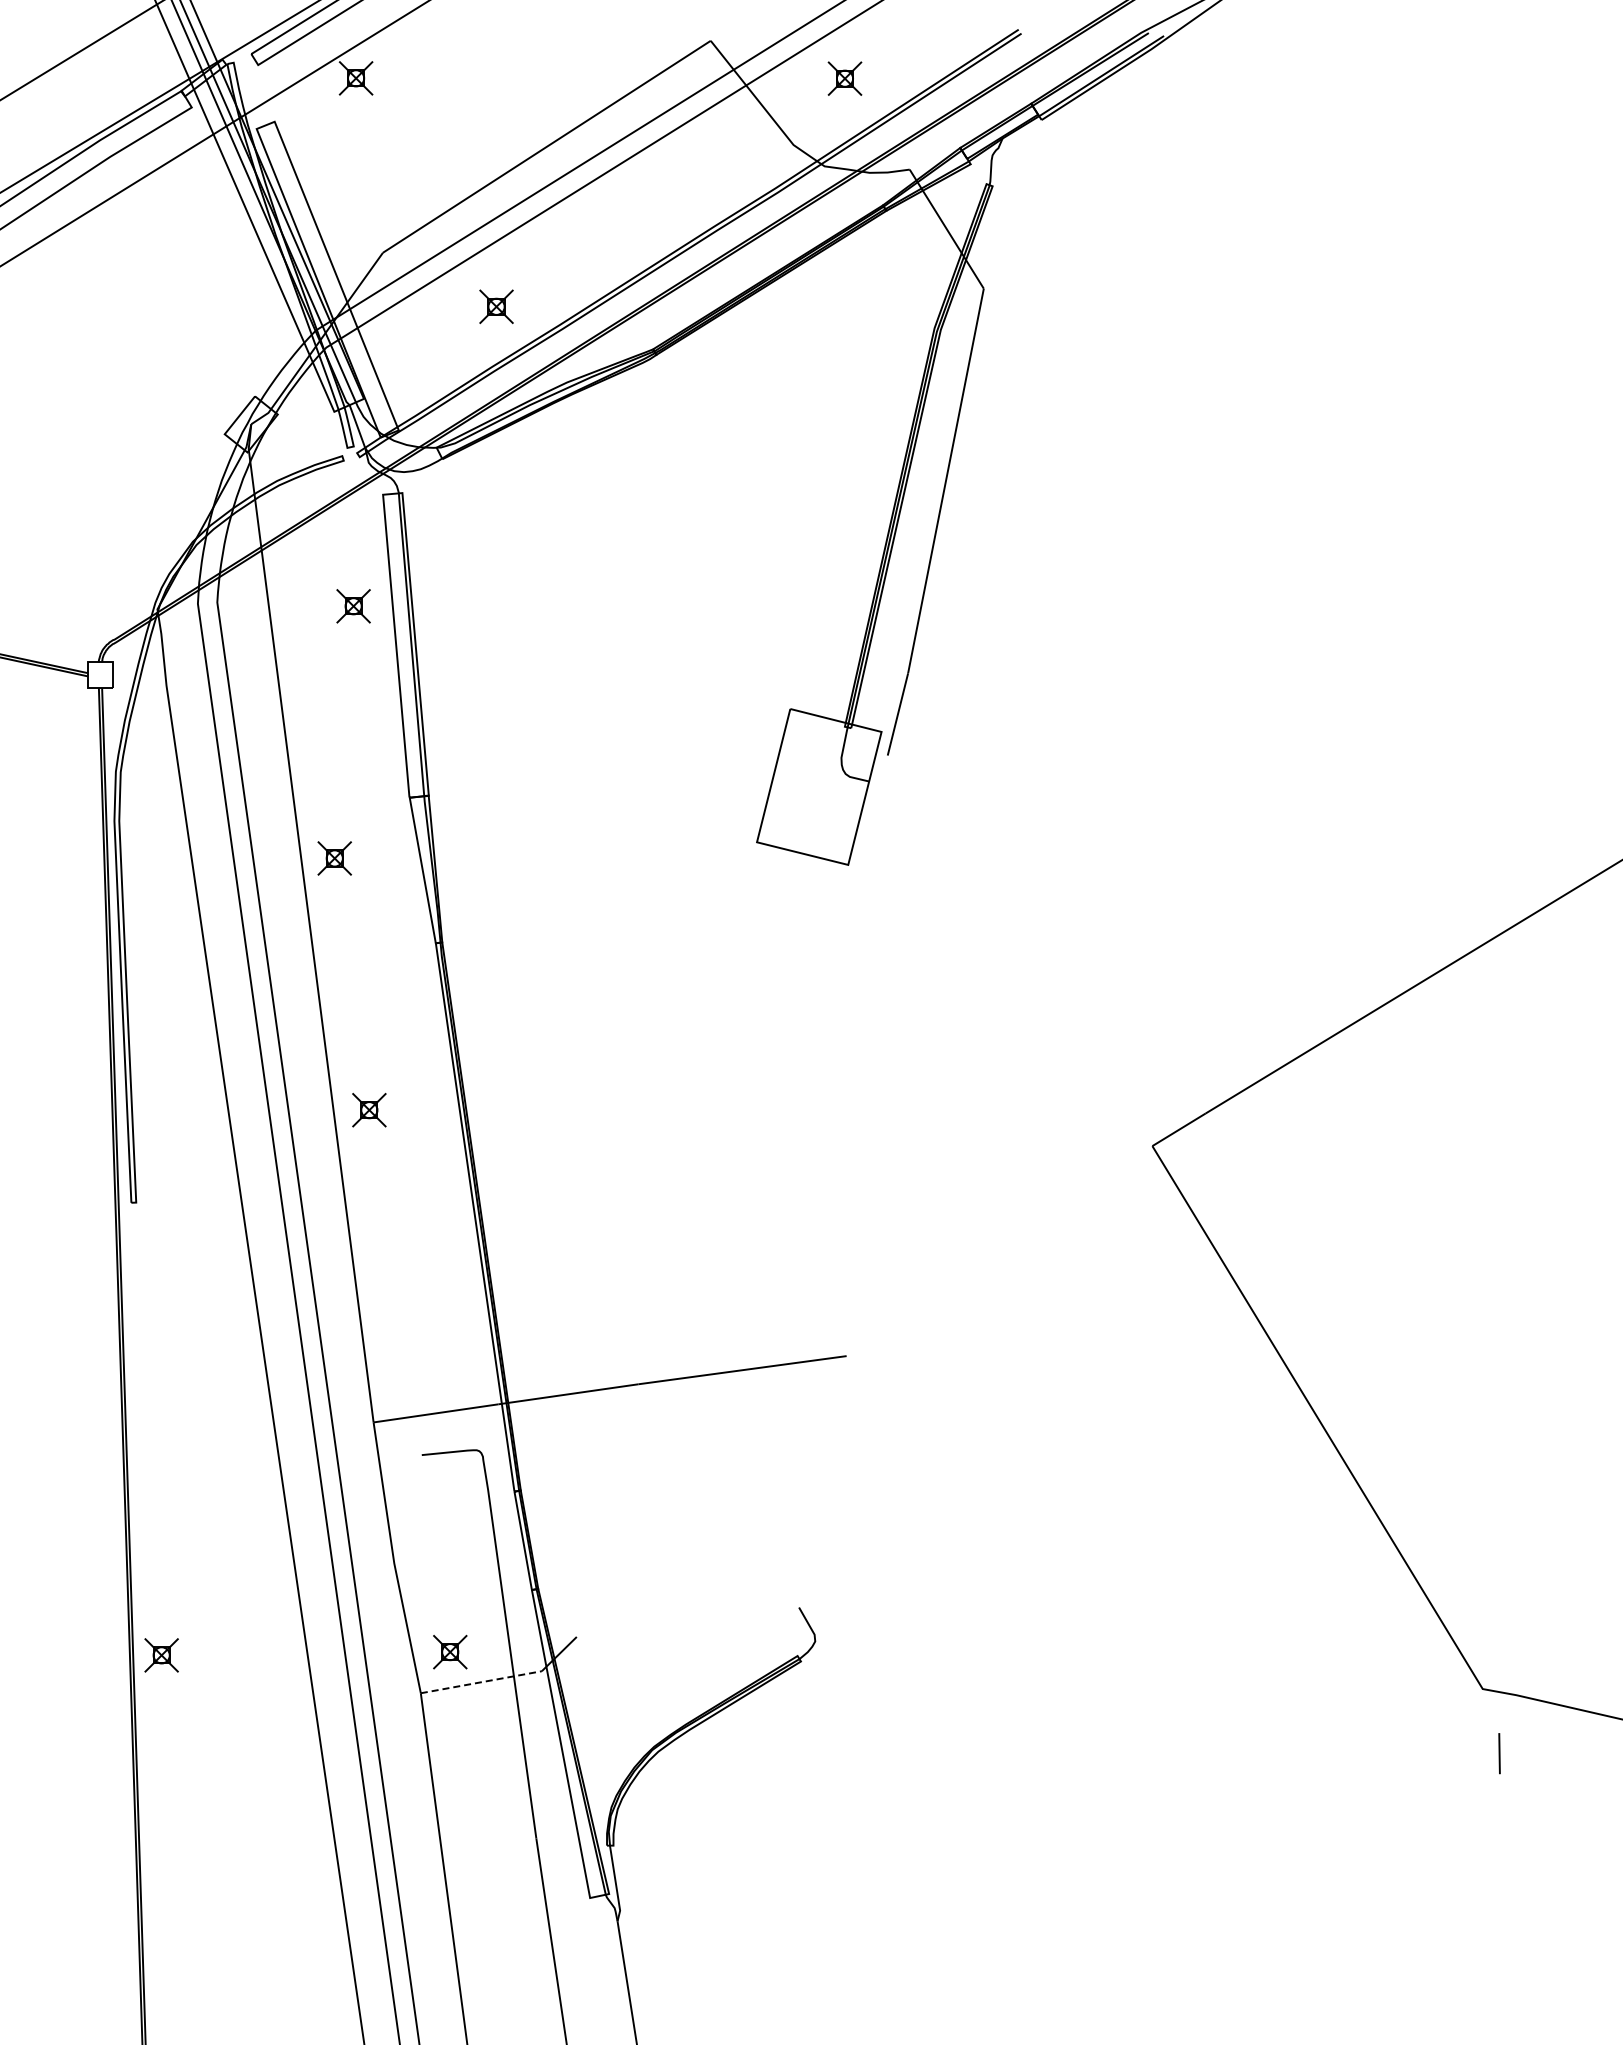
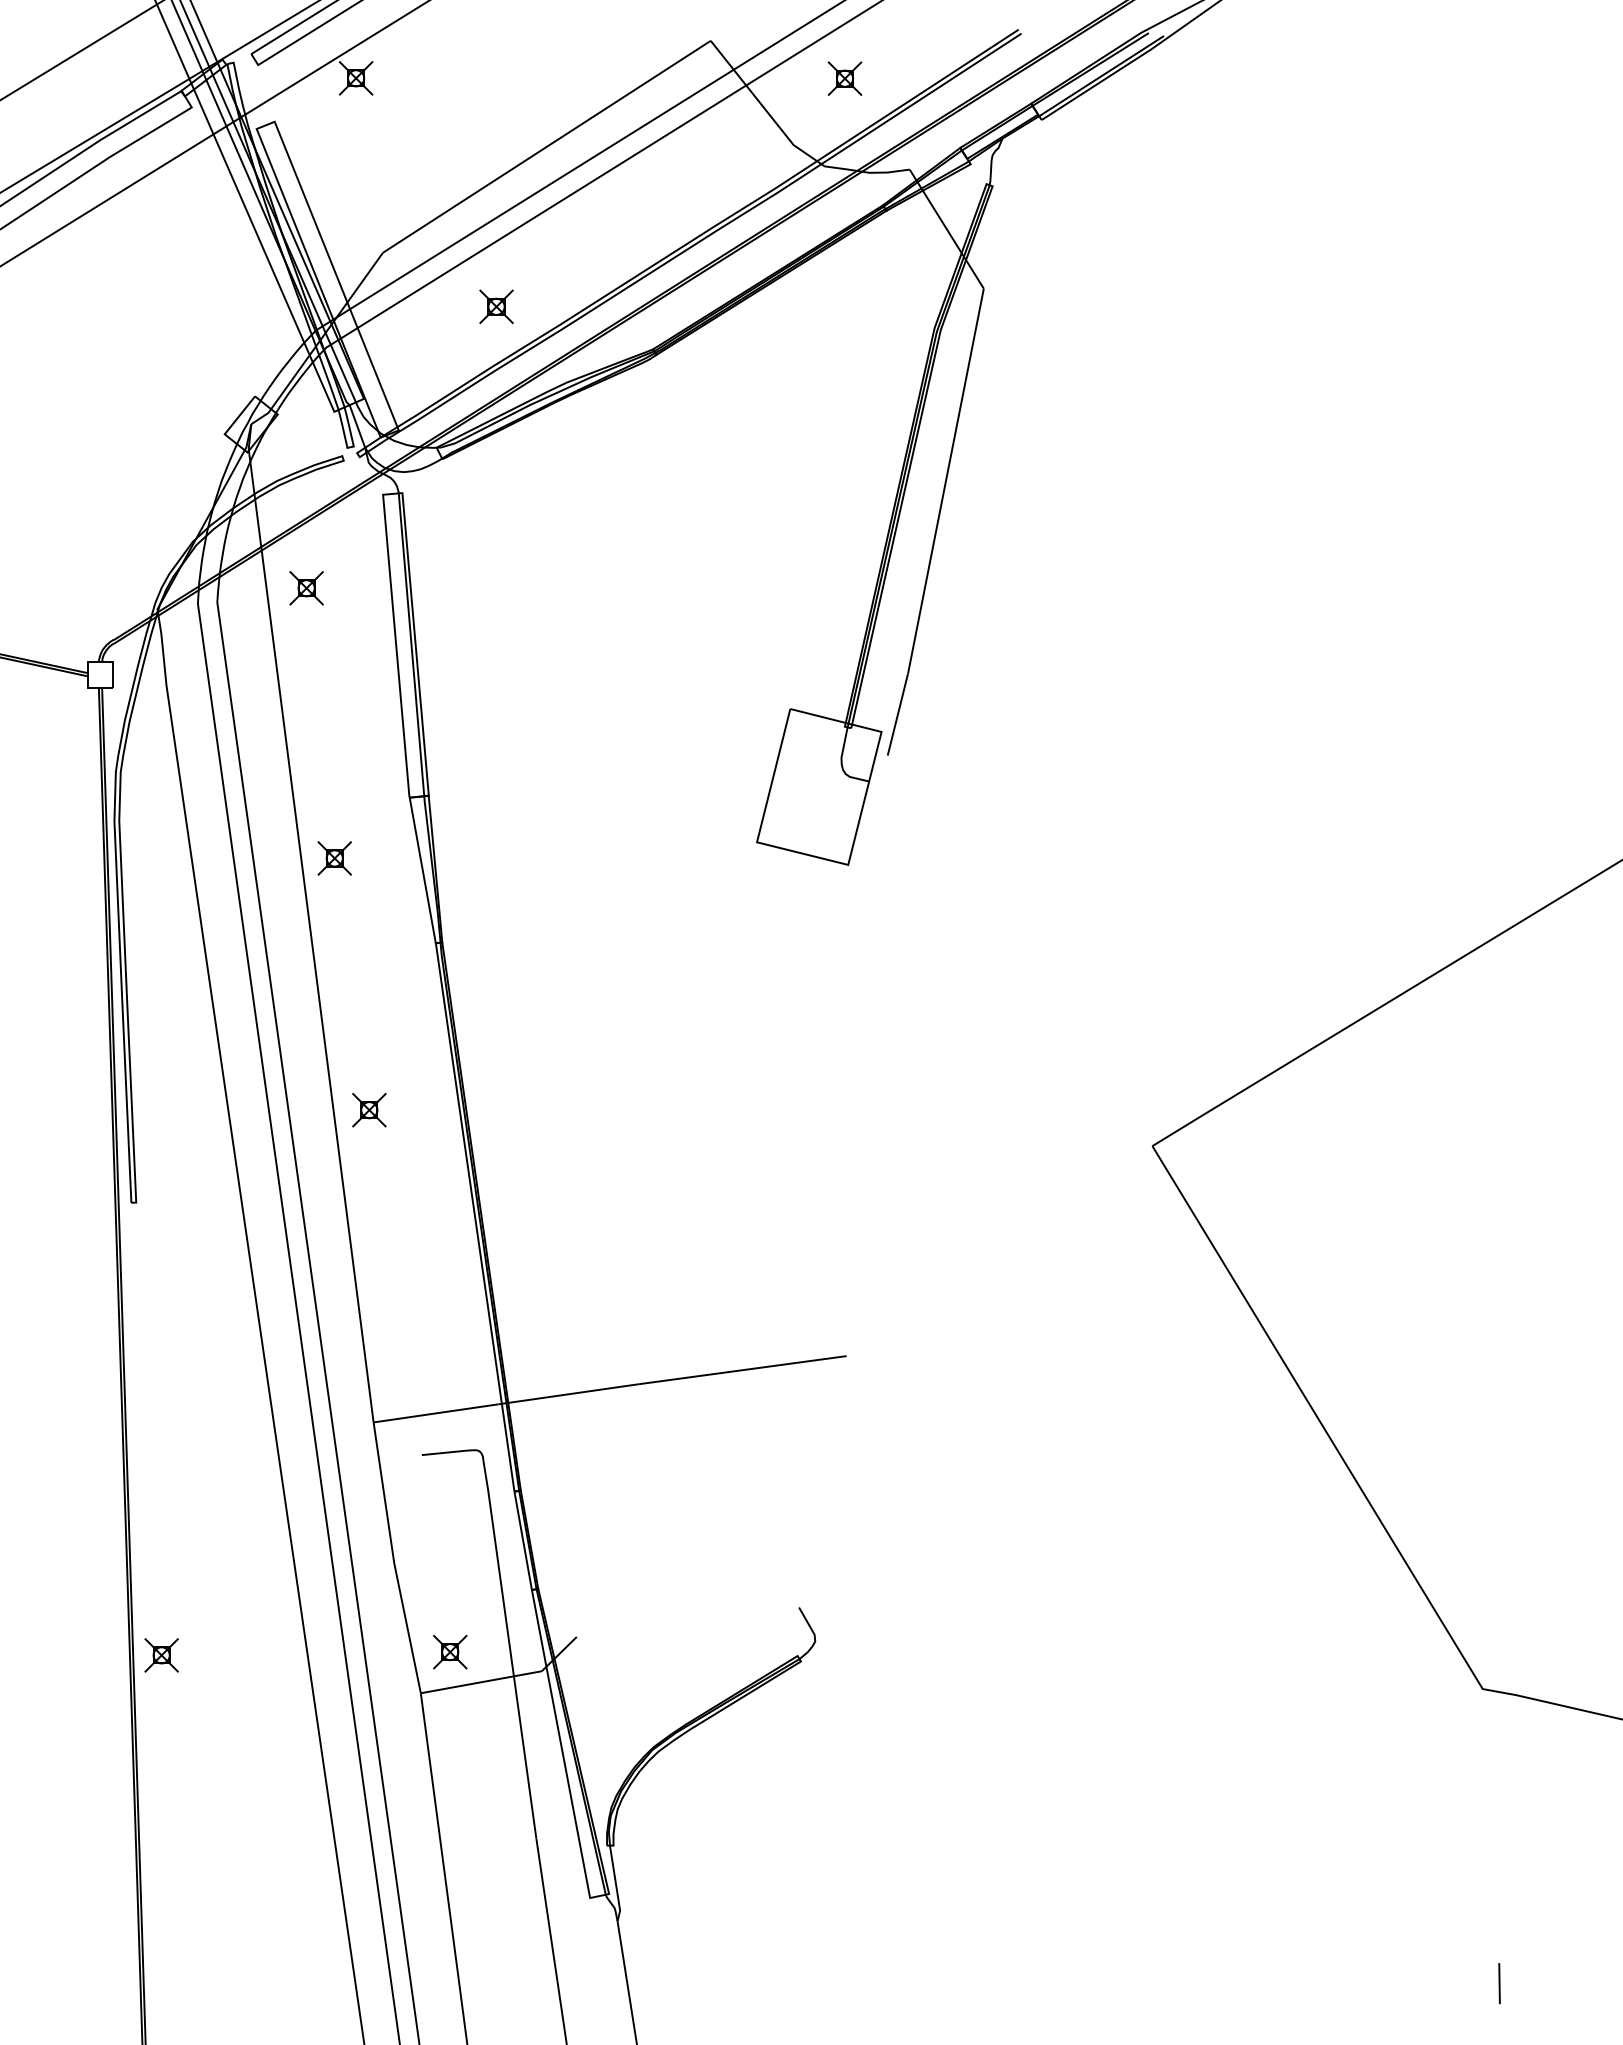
part at (353, 606) position: (353, 606) -> (306, 588)
line at (481, 1682): dashed -> solid
line at (1499, 1753) position: (1499, 1753) -> (1499, 1983)
